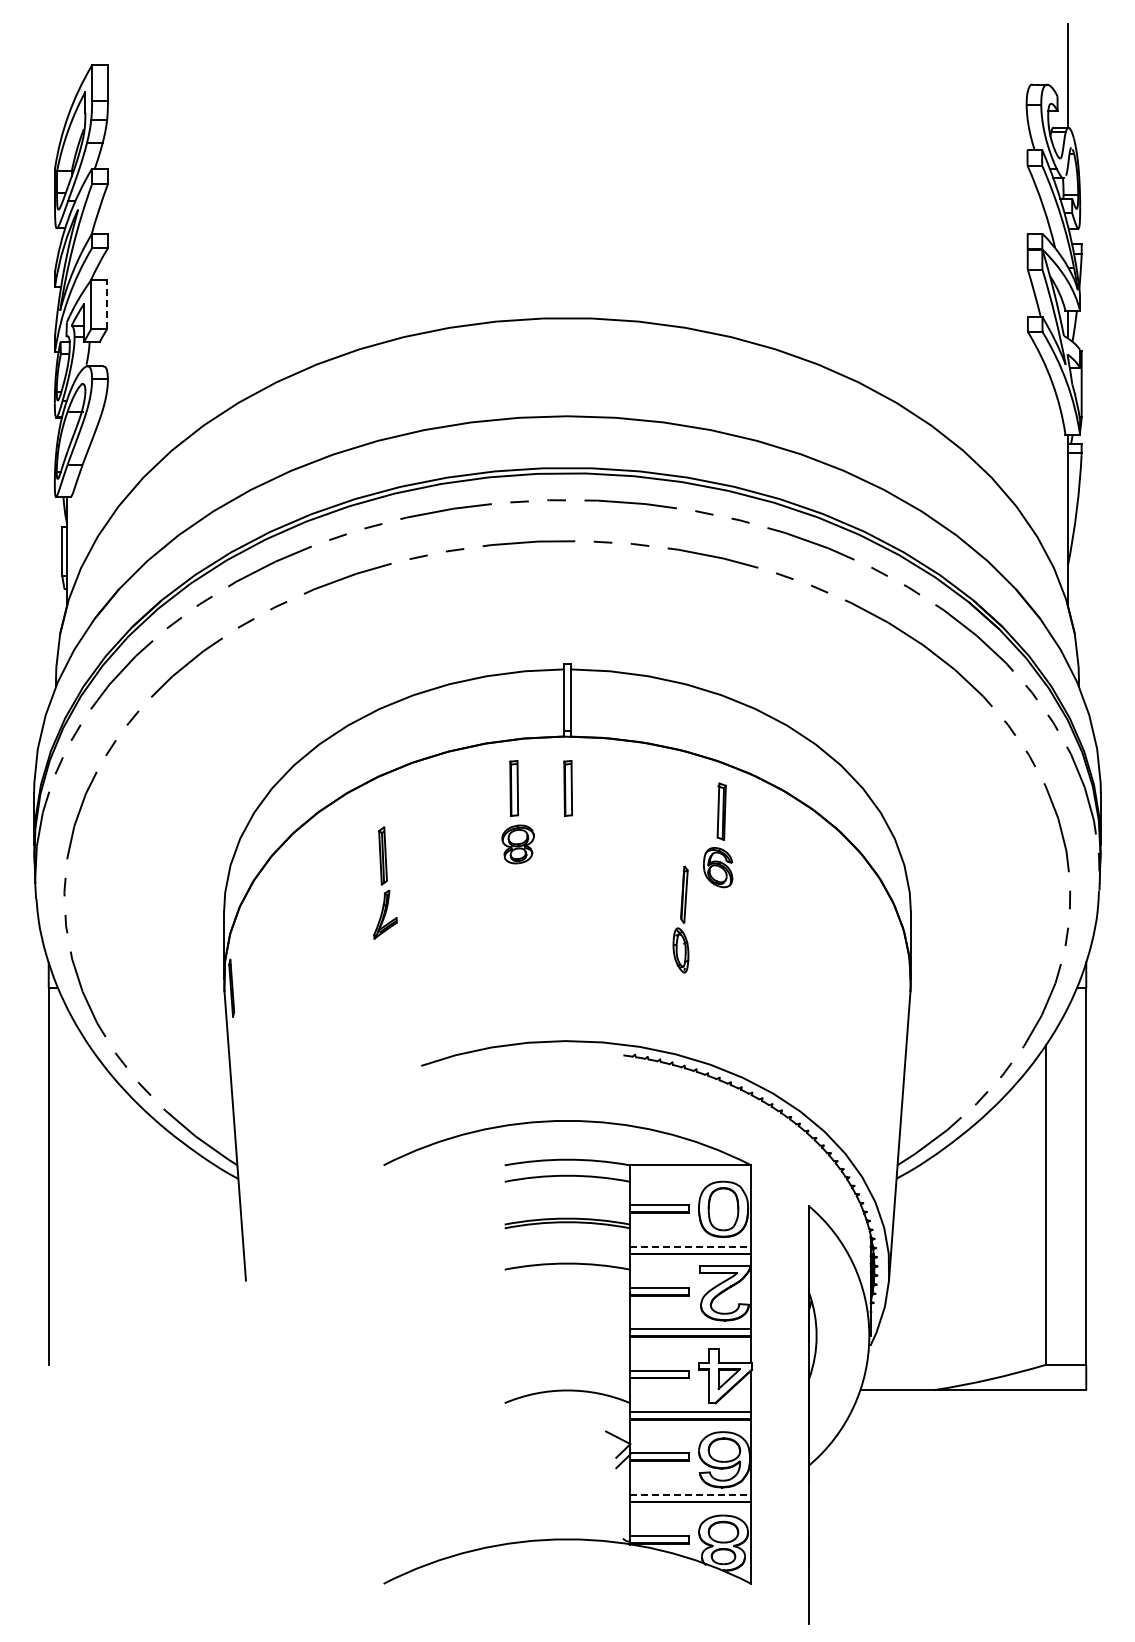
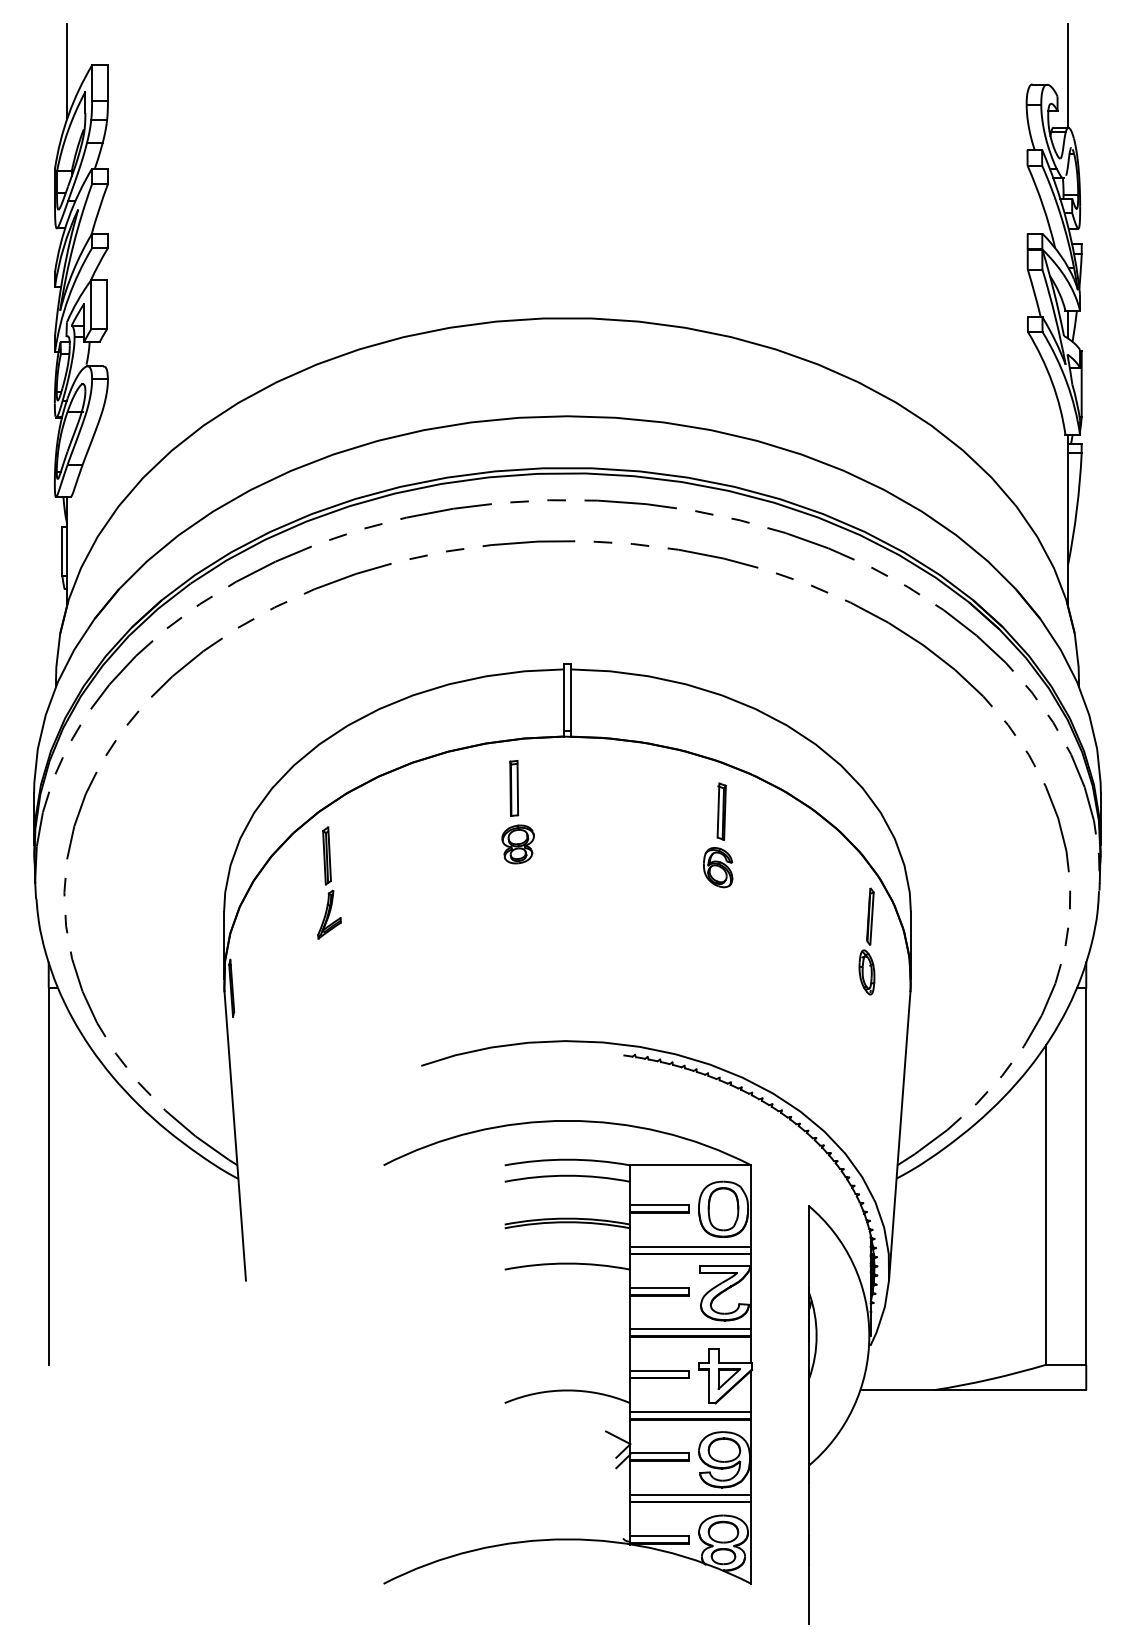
line at (67, 71): none -> present
line at (107, 304): dashed -> solid
part at (567, 788): present -> none
part at (385, 882) position: (385, 882) -> (329, 882)
part at (680, 919) position: (680, 919) -> (866, 941)
line at (690, 1246): dashed -> solid
line at (690, 1494): dashed -> solid
